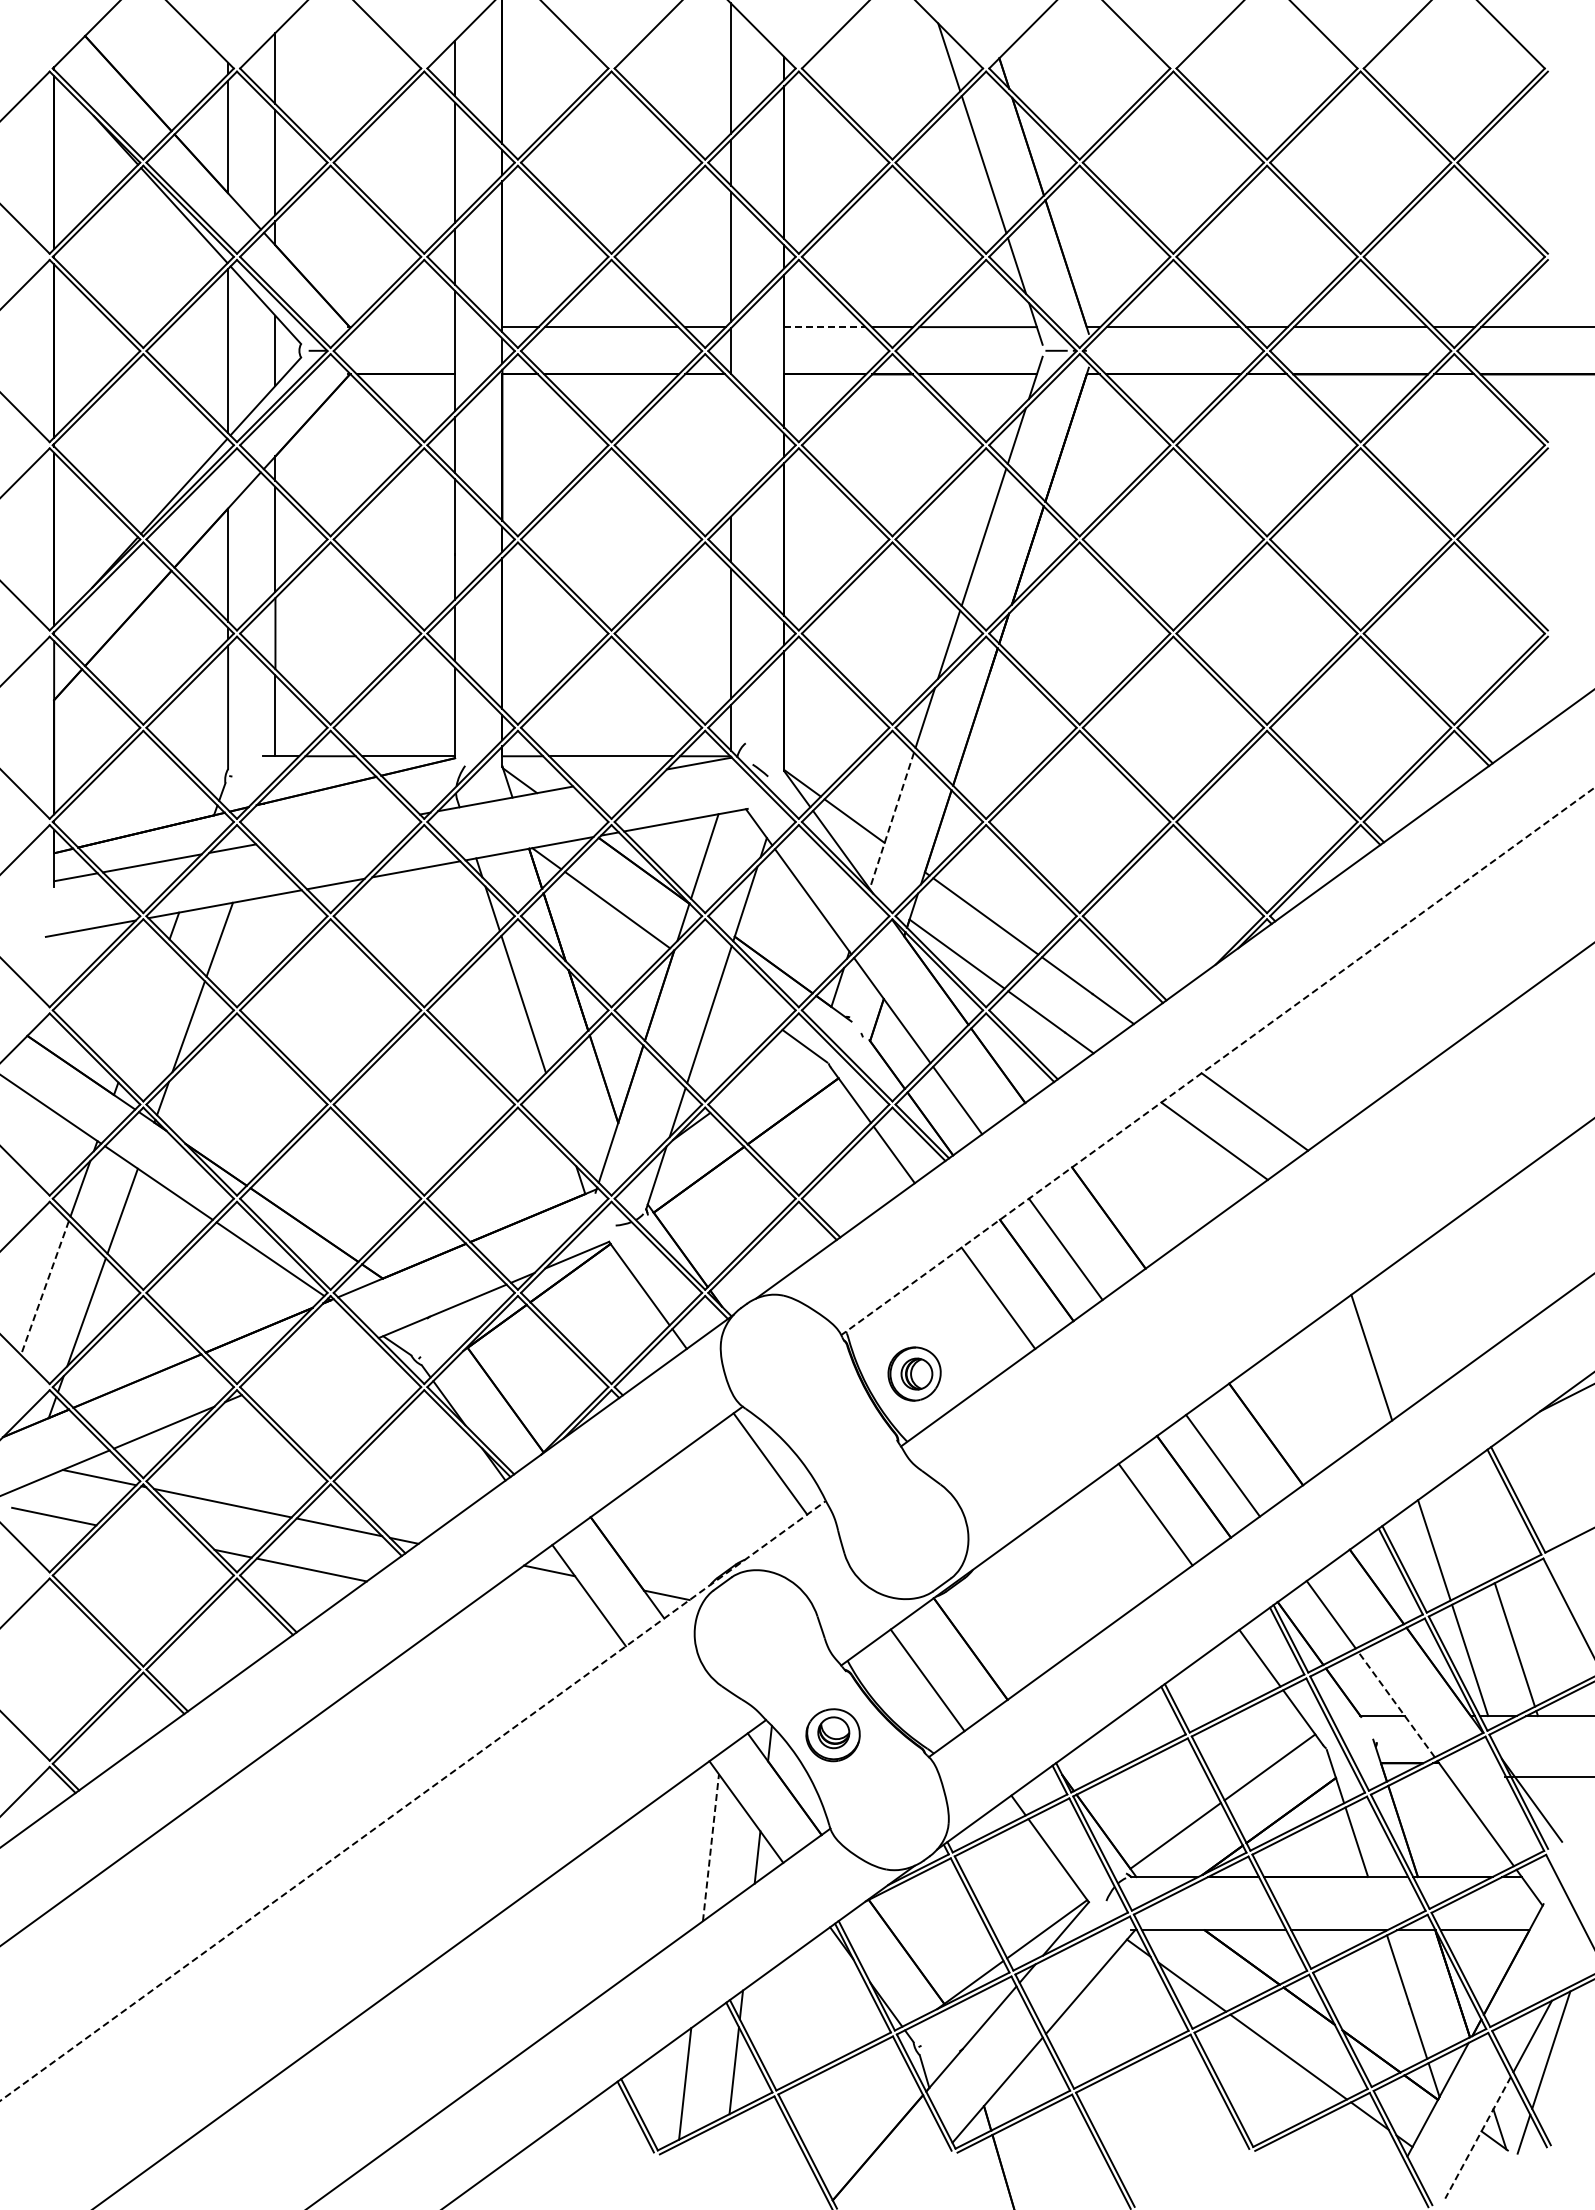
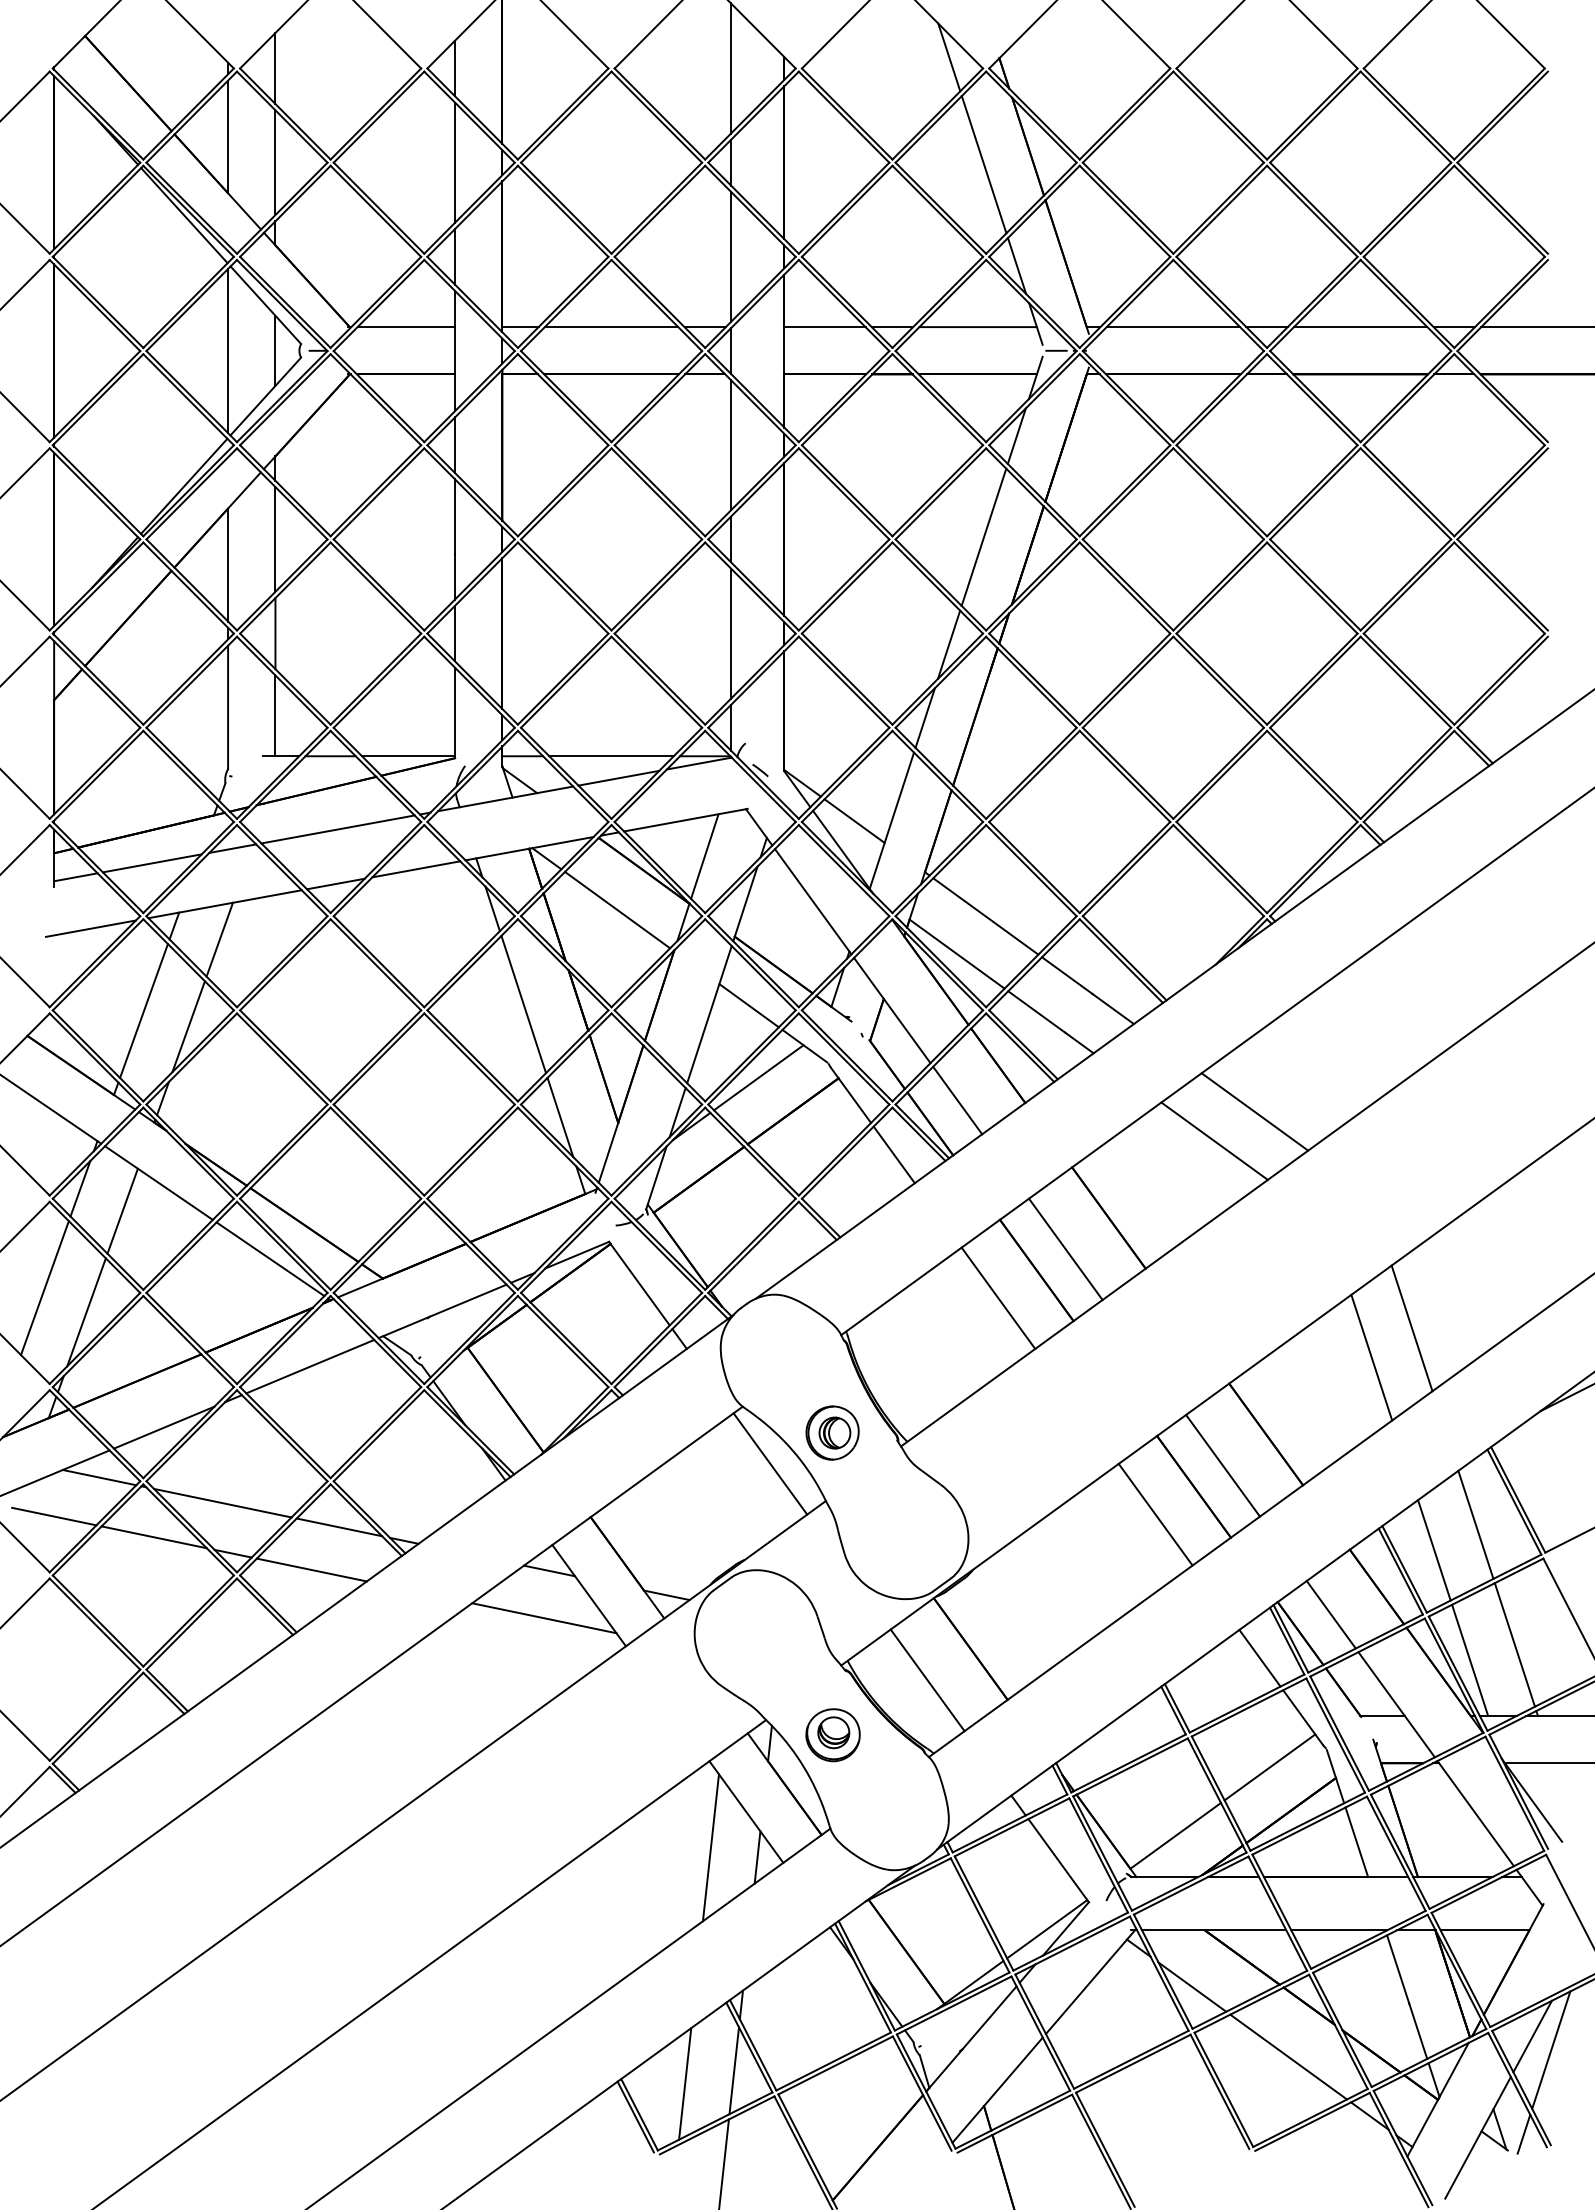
line at (406, 327): none -> present
line at (824, 327): dashed -> solid
line at (731, 445): none -> present
line at (618, 777): none -> present
line at (891, 820): dashed -> solid
line at (337, 829): none -> present
line at (748, 1005): none -> present
line at (143, 1010): none -> present
line at (1217, 1061): dashed -> solid
line at (758, 1077): none -> present
line at (560, 1117): none -> present
line at (44, 1288): dashed -> solid
line at (1411, 1328): none -> present
line at (310, 1366): none -> present
part at (914, 1373) position: (914, 1373) -> (832, 1432)
line at (1475, 1524): none -> present
line at (153, 1537): none -> present
line at (544, 1618): none -> present
line at (1396, 1704): dashed -> solid
line at (1548, 1777) position: (1548, 1777) -> (1548, 1763)
line at (413, 1800): dashed -> solid
line at (710, 1847): dashed -> solid
line at (1477, 2138): dashed -> solid
line at (723, 2162): none -> present
